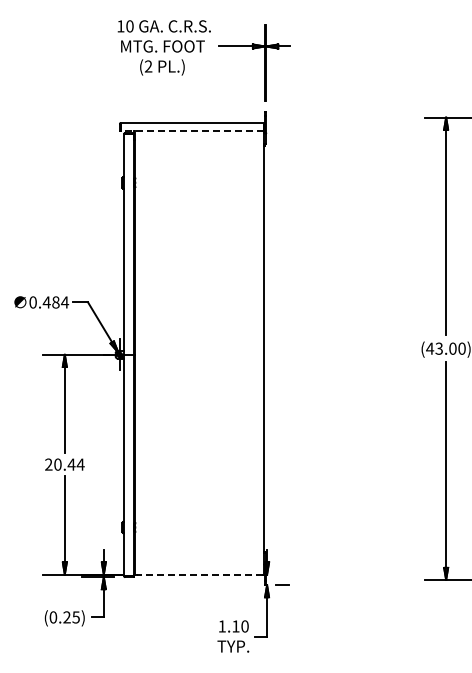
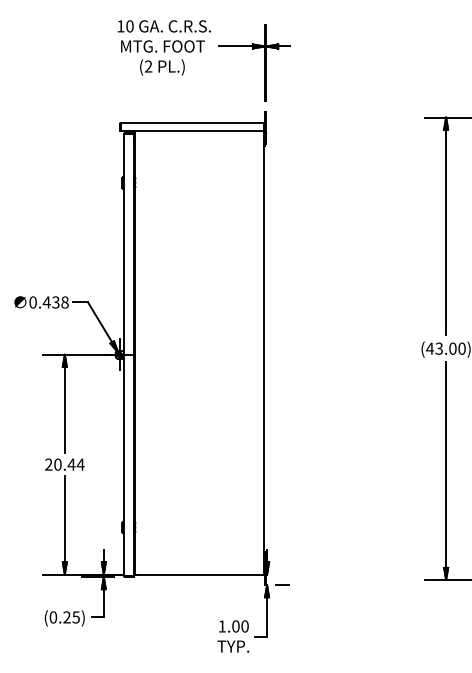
line at (192, 131): dashed -> solid
text at (60, 302): 0.484 -> 0.438
line at (199, 574): dashed -> solid
text at (235, 626): 1.10 -> 1.00
